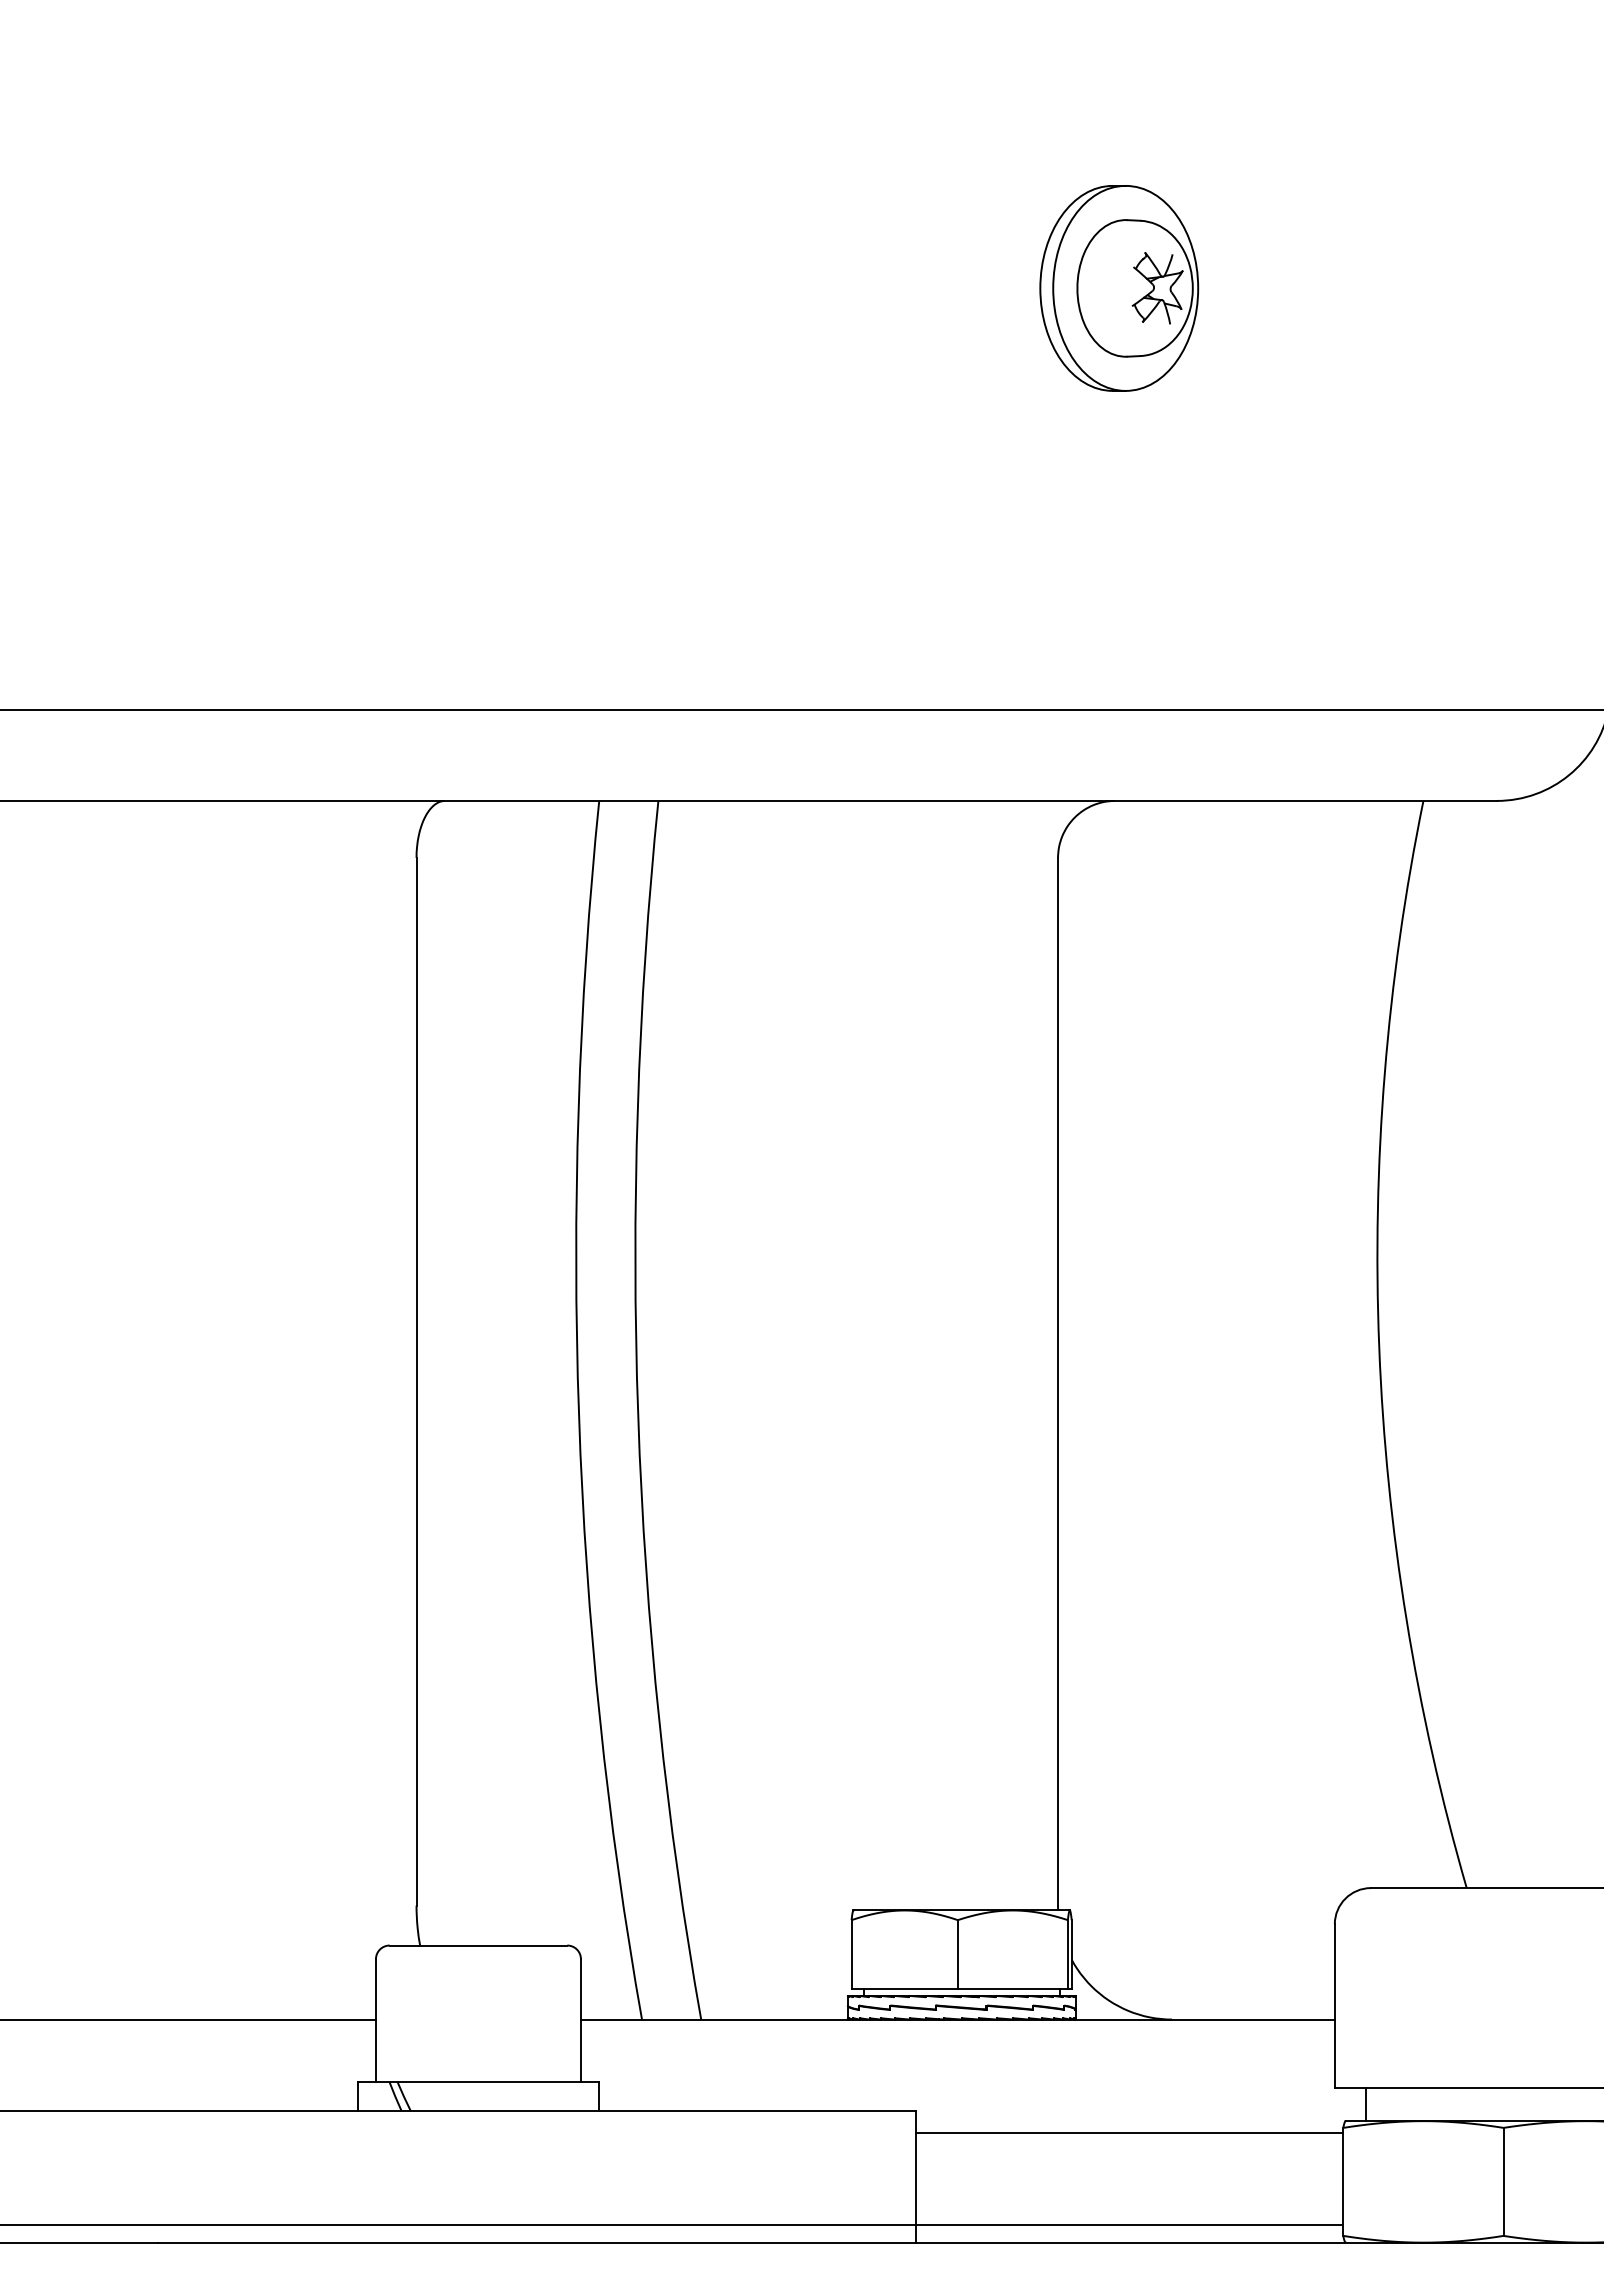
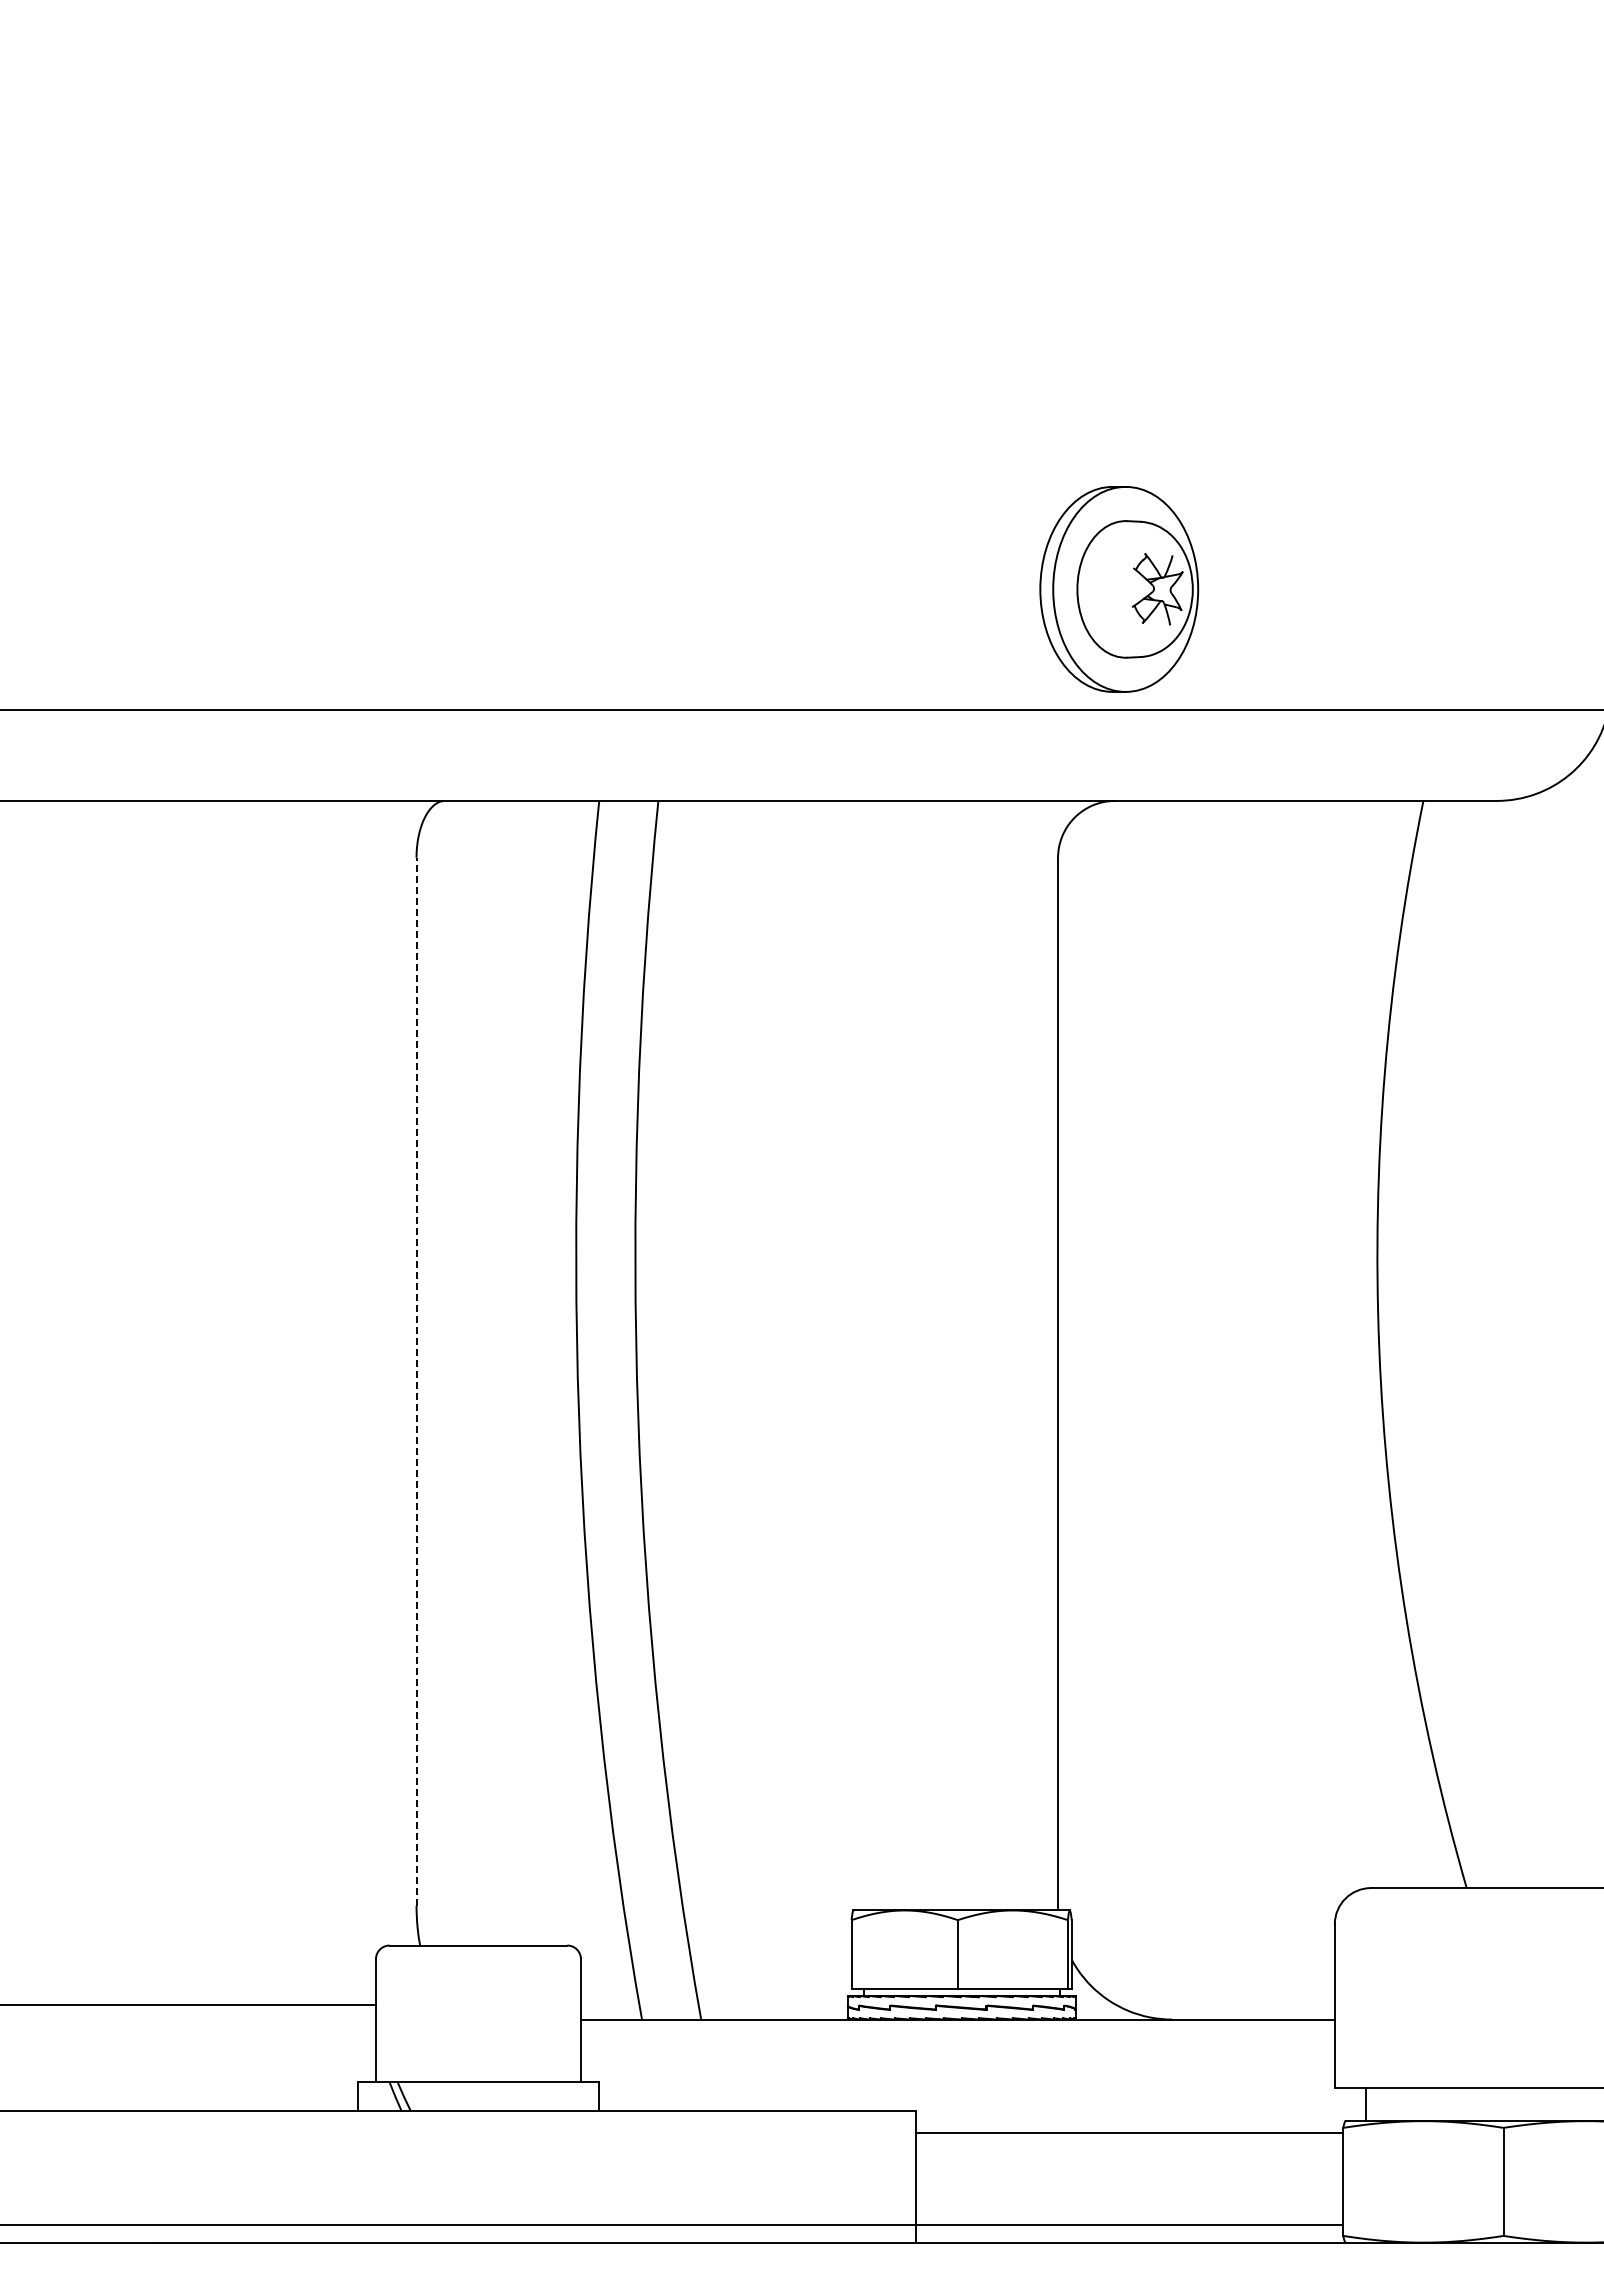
part at (1119, 288) position: (1119, 288) -> (1119, 589)
line at (416, 1381): solid -> dashed
line at (188, 2019) position: (188, 2019) -> (188, 2004)
